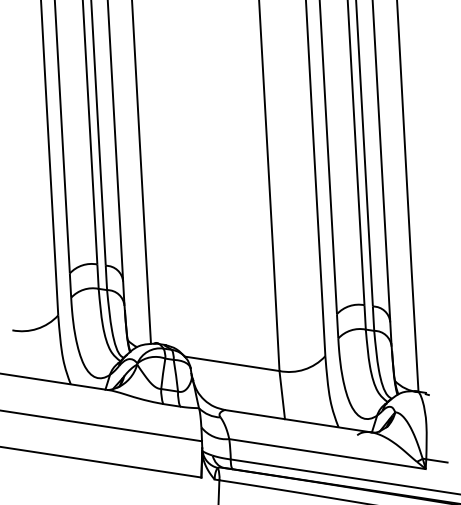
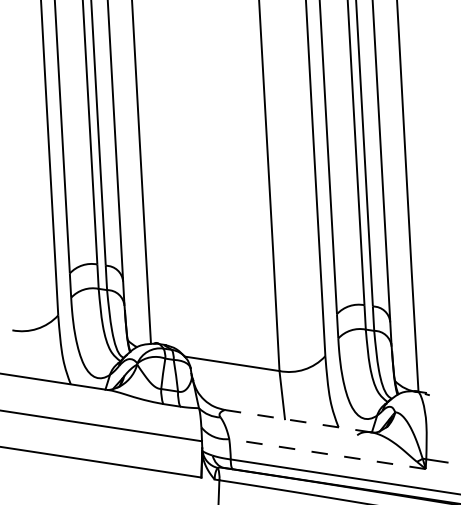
line at (297, 421): solid -> dashed
line at (327, 454): solid -> dashed
